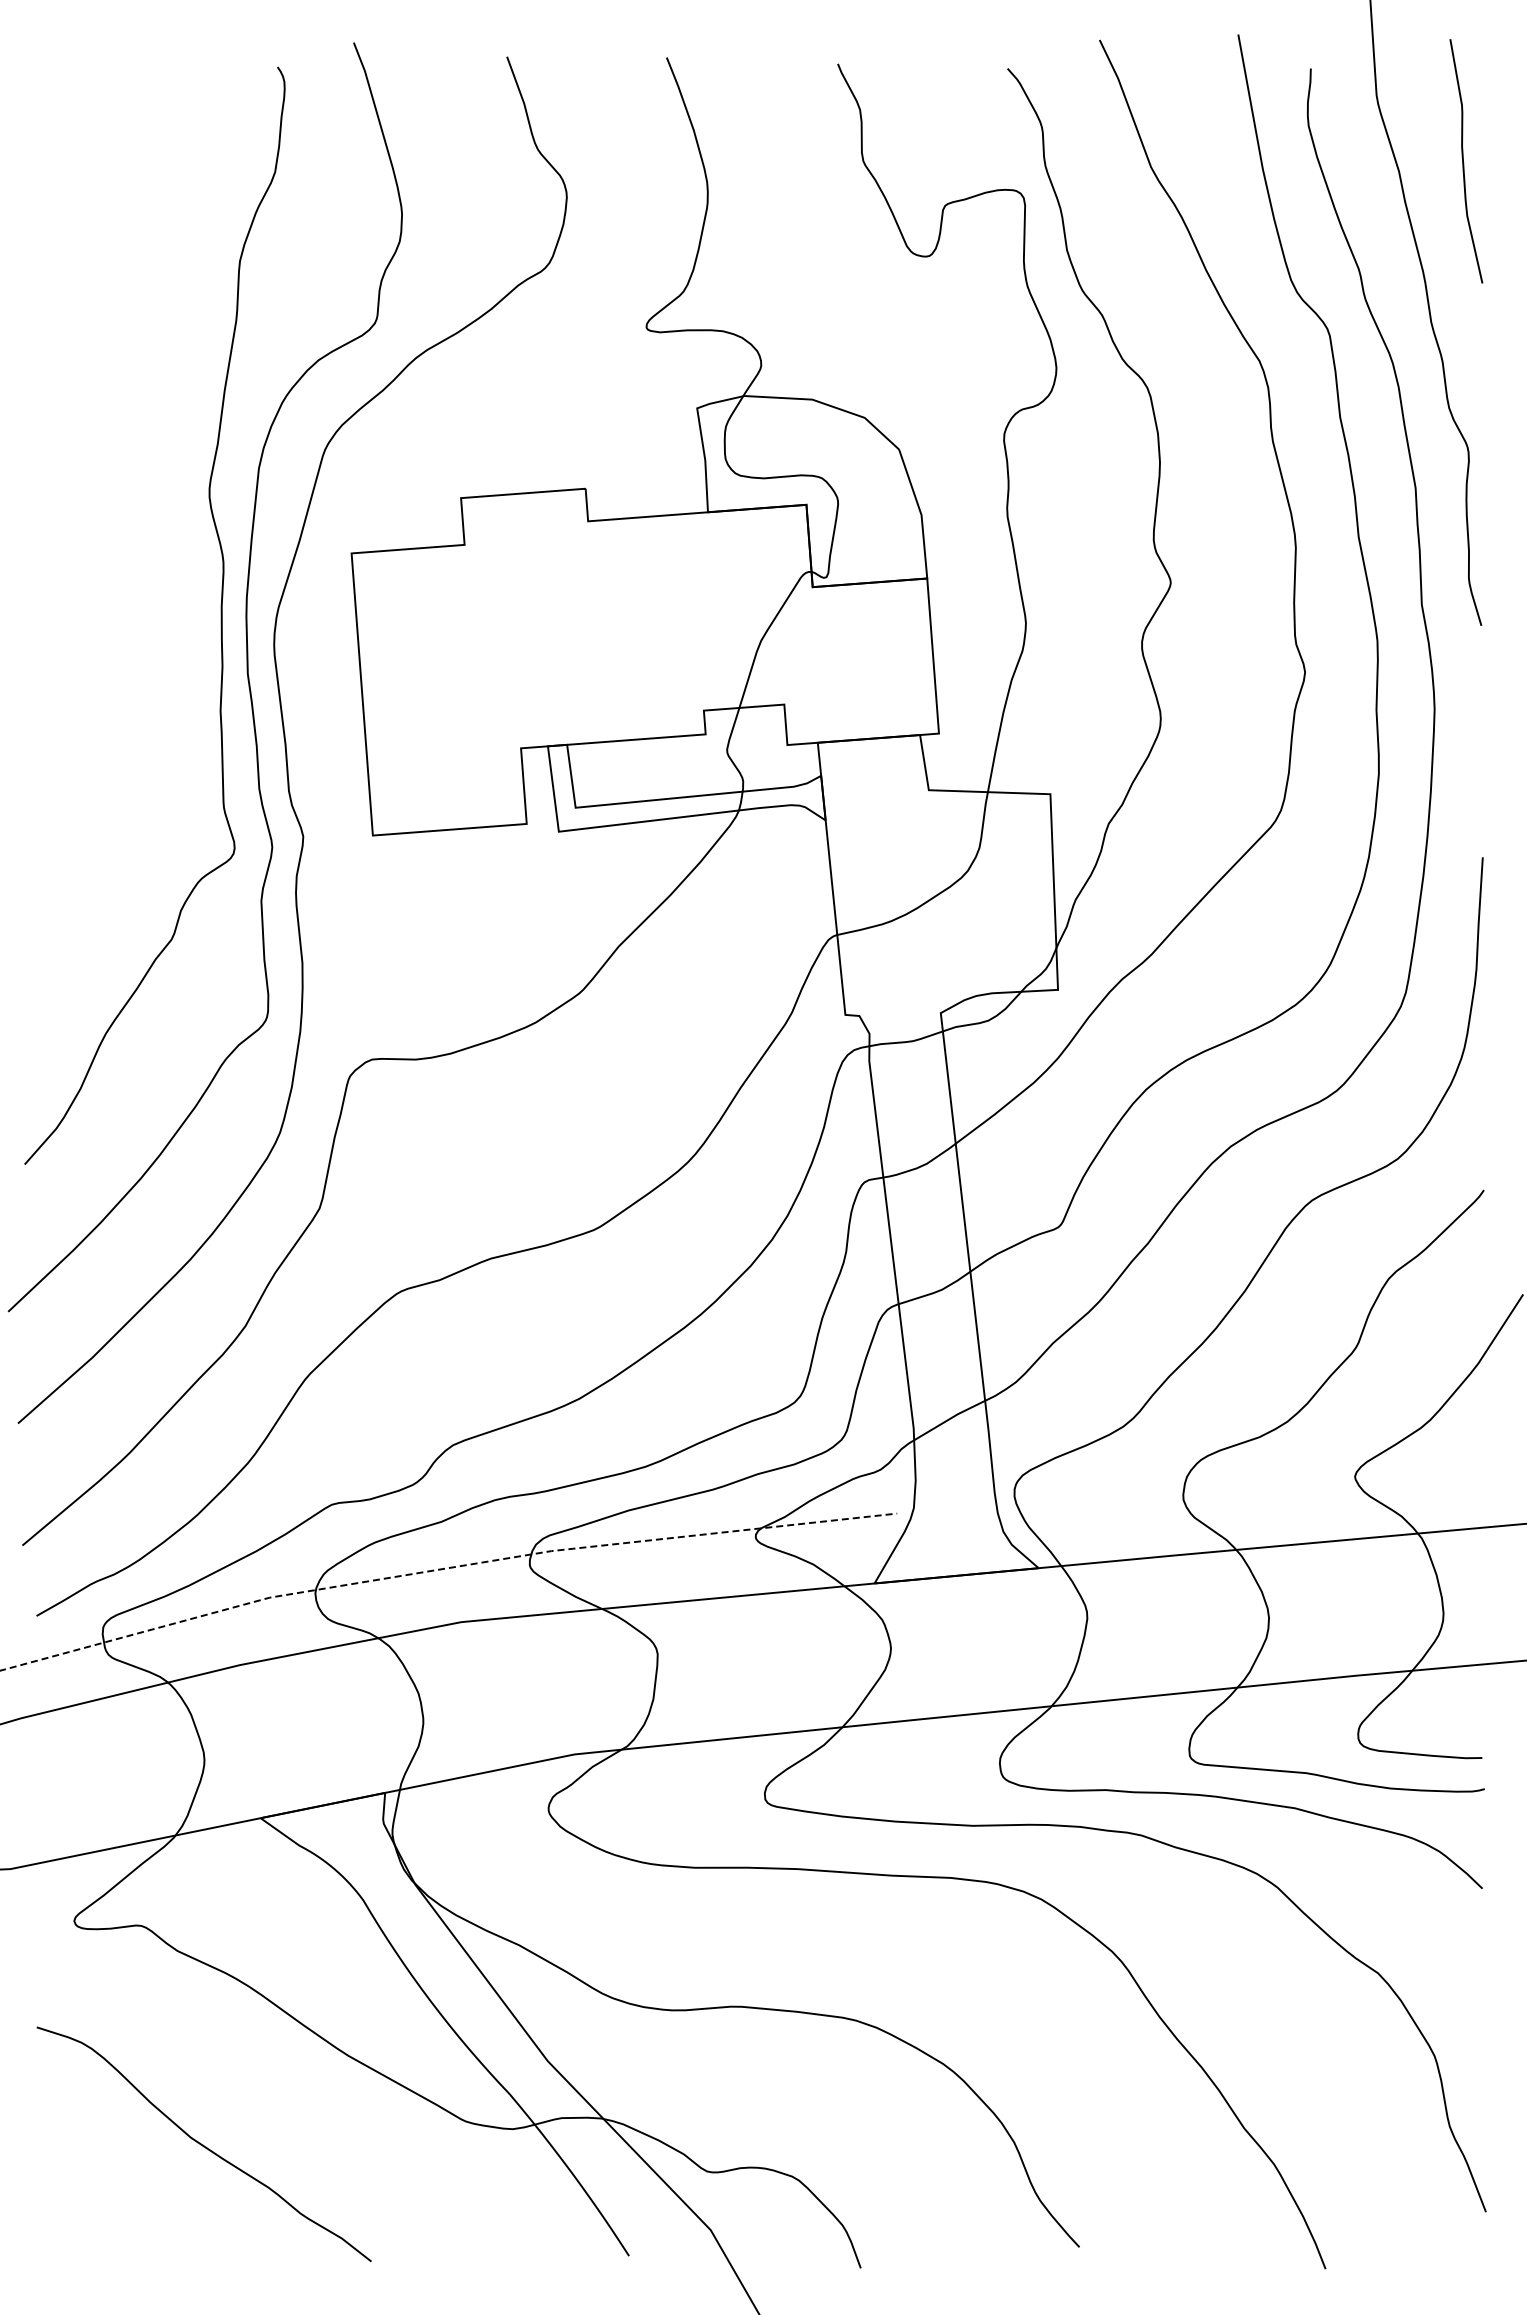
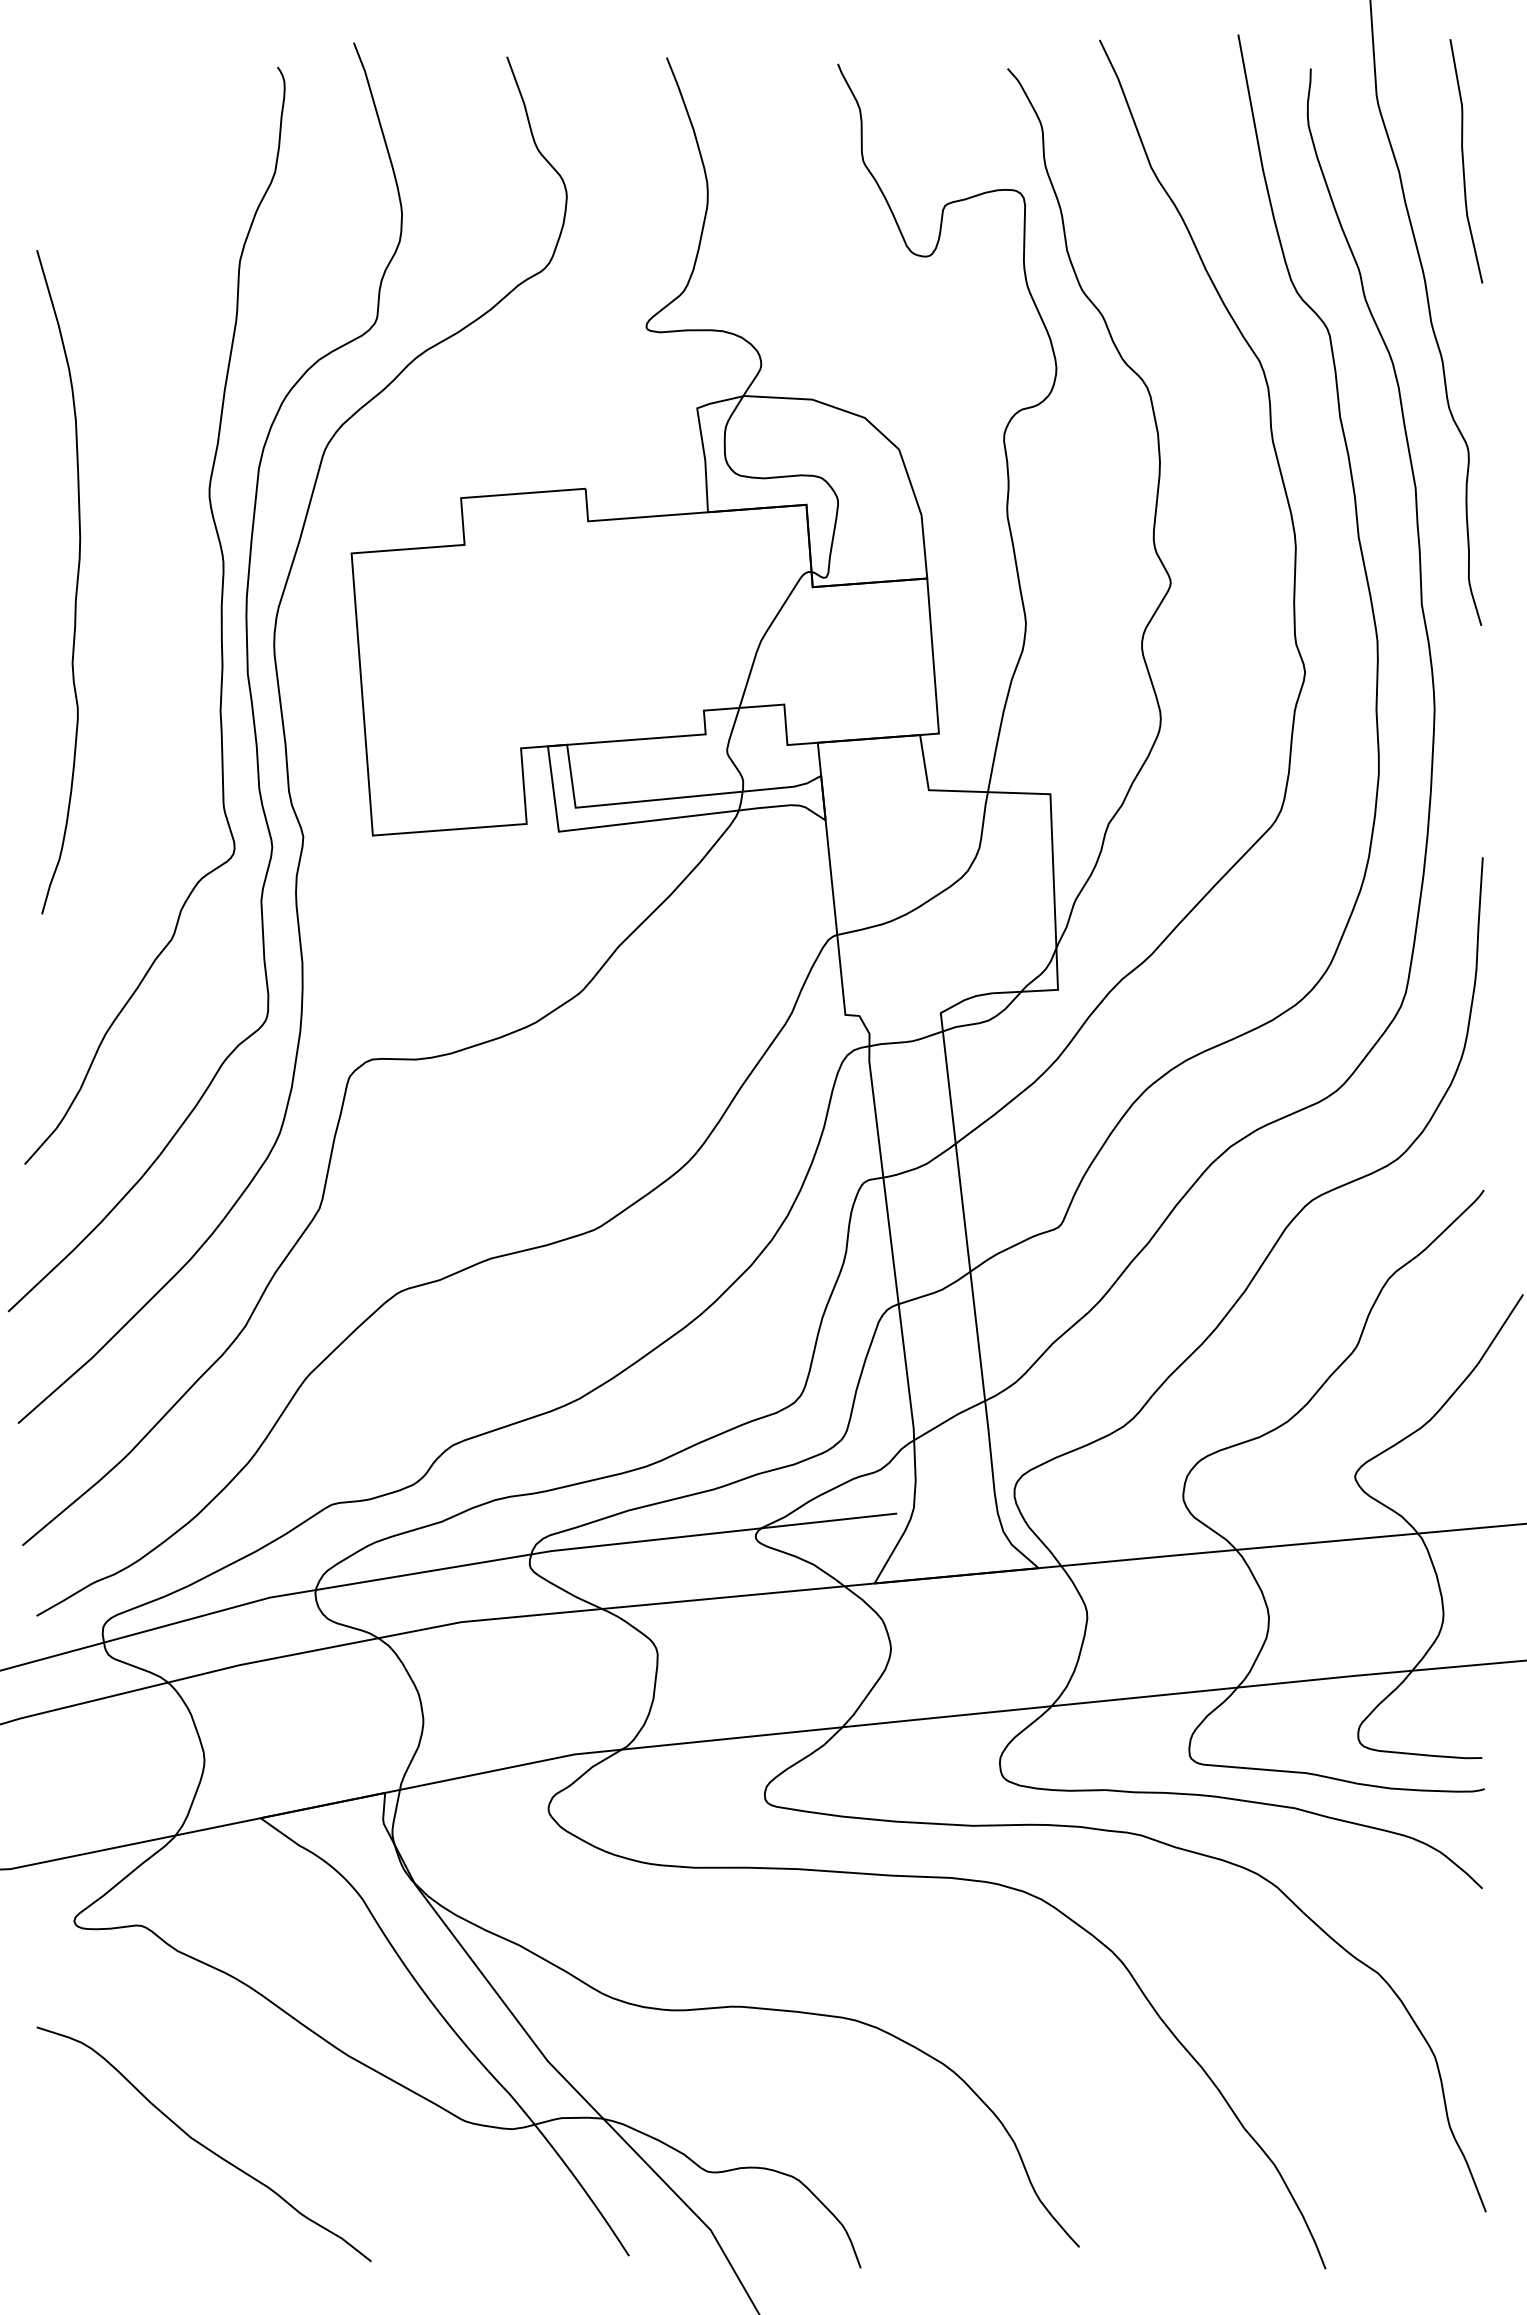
curve at (76, 582): none -> present
line at (445, 1568): dashed -> solid
